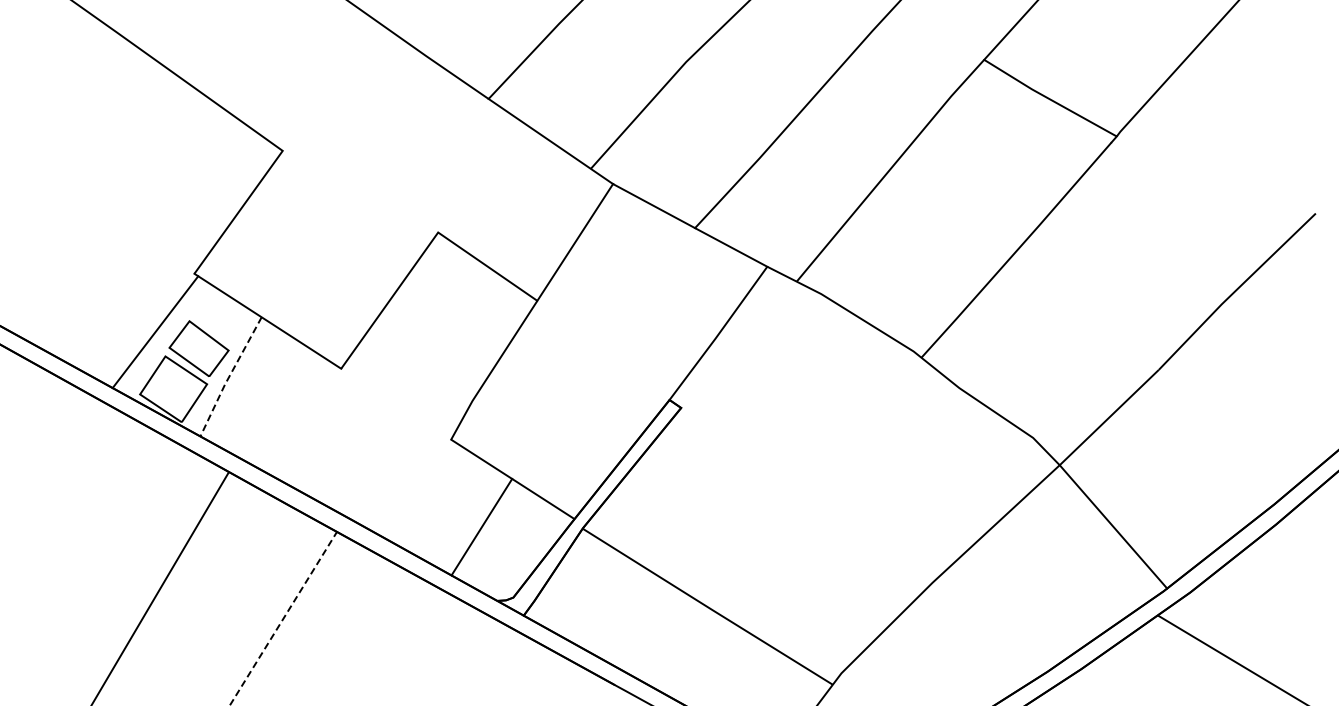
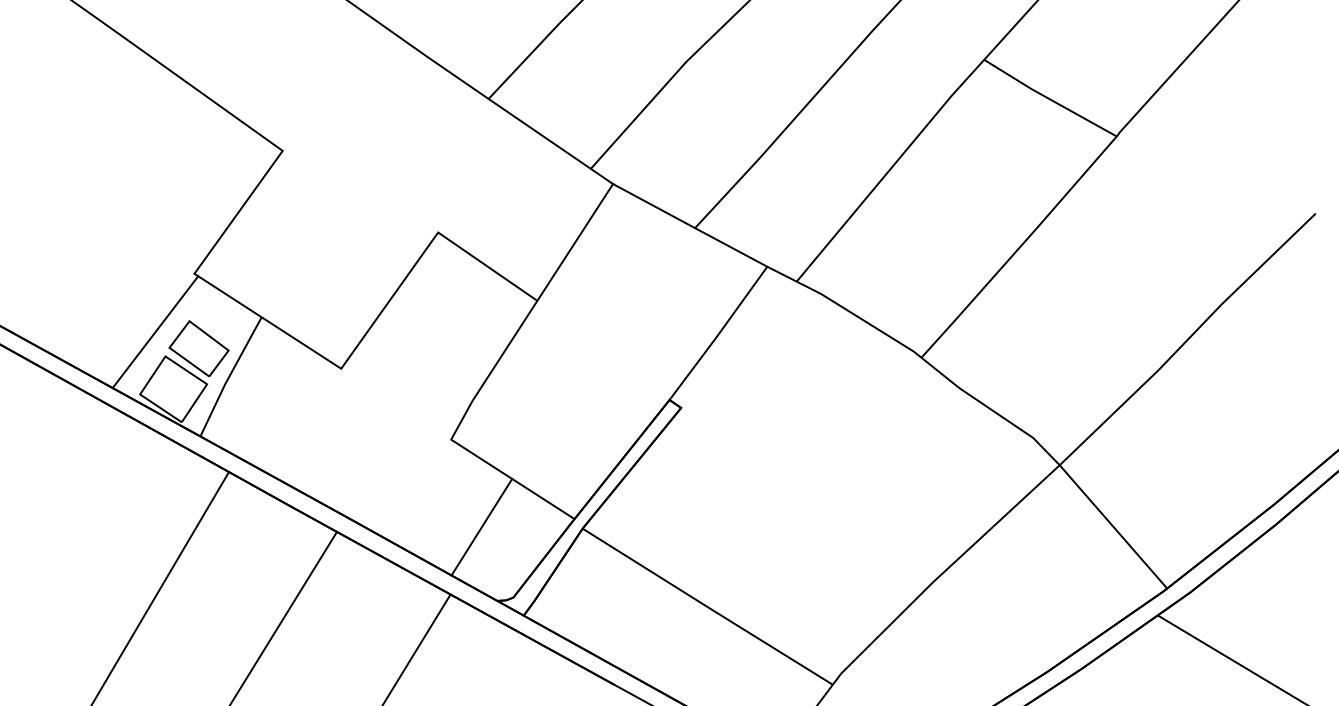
line at (229, 376): dashed -> solid
line at (283, 618): dashed -> solid
line at (417, 648): none -> present
